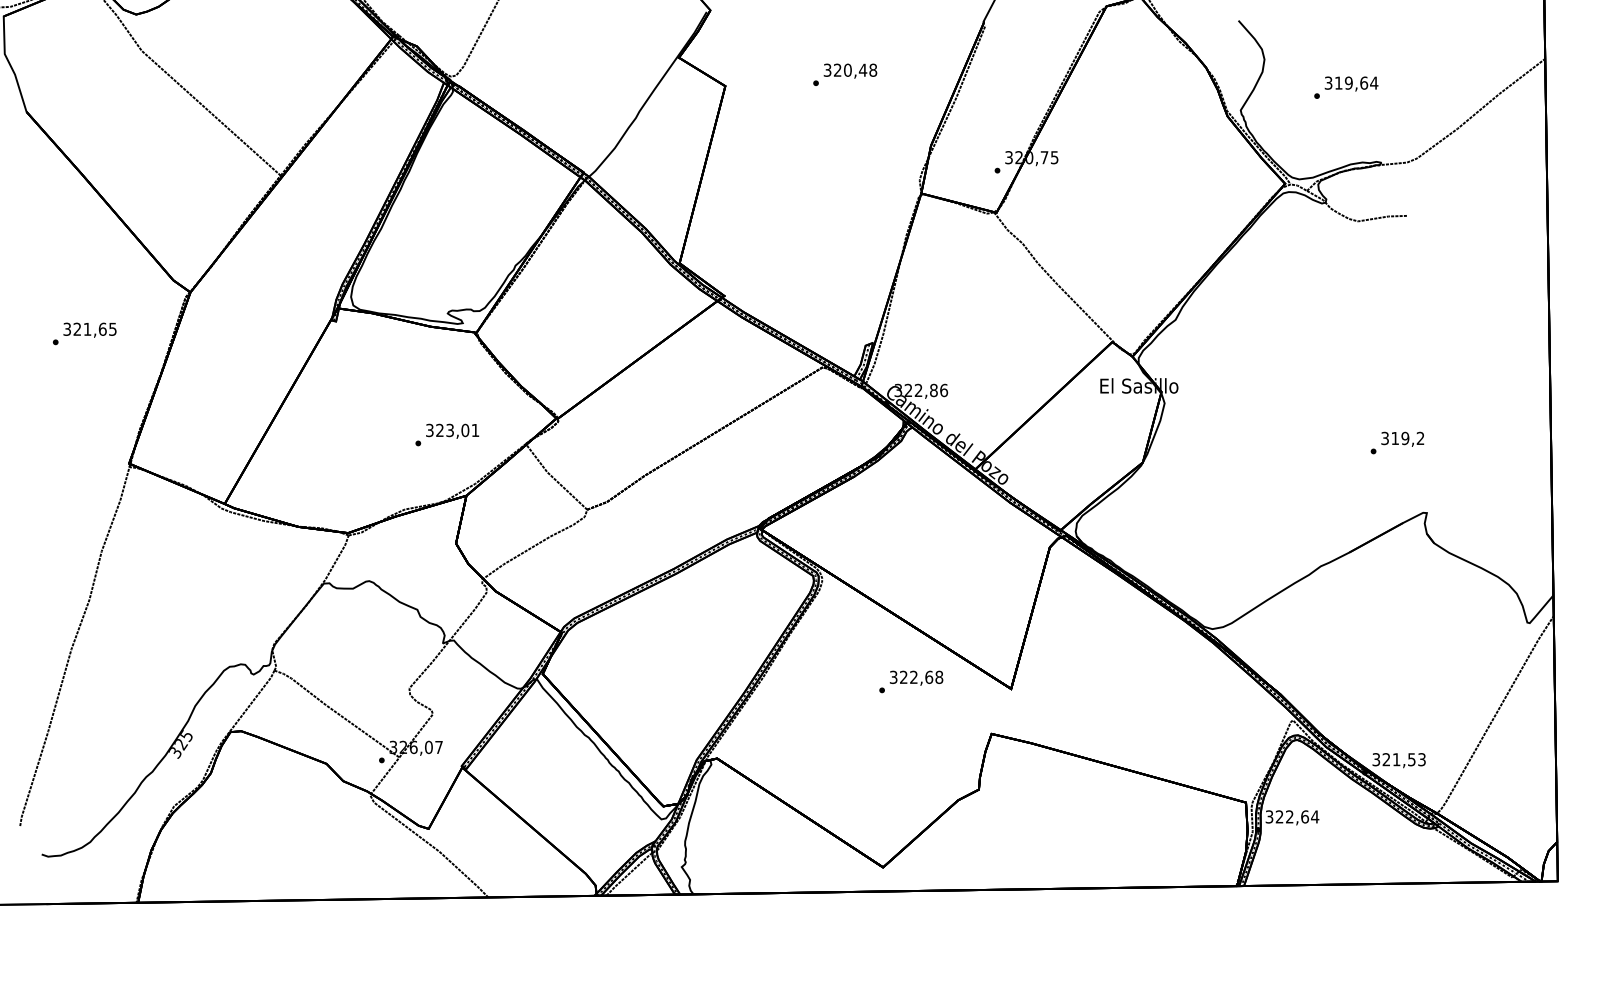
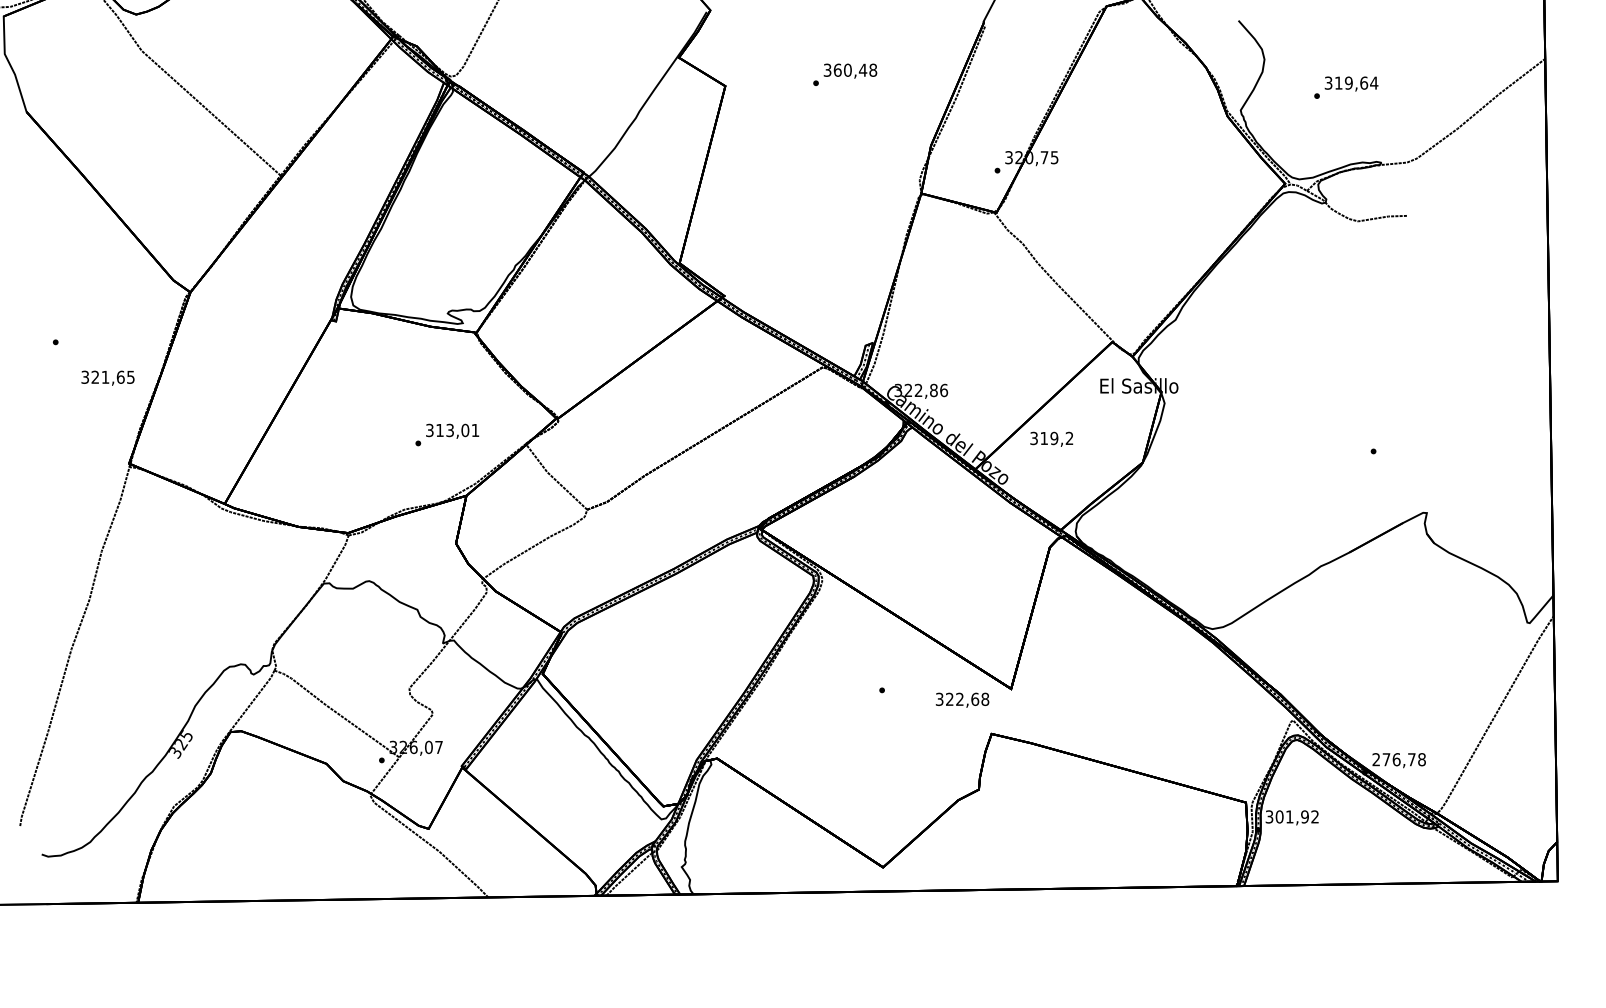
text at (837, 69): 320,48 -> 360,48
text at (89, 329) position: (89, 329) -> (107, 377)
text at (439, 429): 323,01 -> 313,01
text at (1402, 438) position: (1402, 438) -> (1051, 438)
text at (916, 677) position: (916, 677) -> (962, 699)
text at (1398, 759): 321,53 -> 276,78
text at (1297, 816): 322,64 -> 301,92
